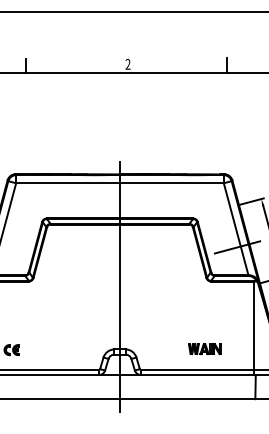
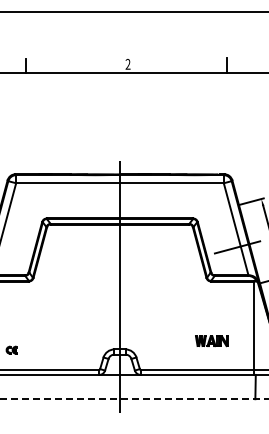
part at (204, 349) position: (204, 349) -> (211, 341)
part at (11, 350) size: 17x13 px -> 13x10 px
line at (134, 399): solid -> dashed
